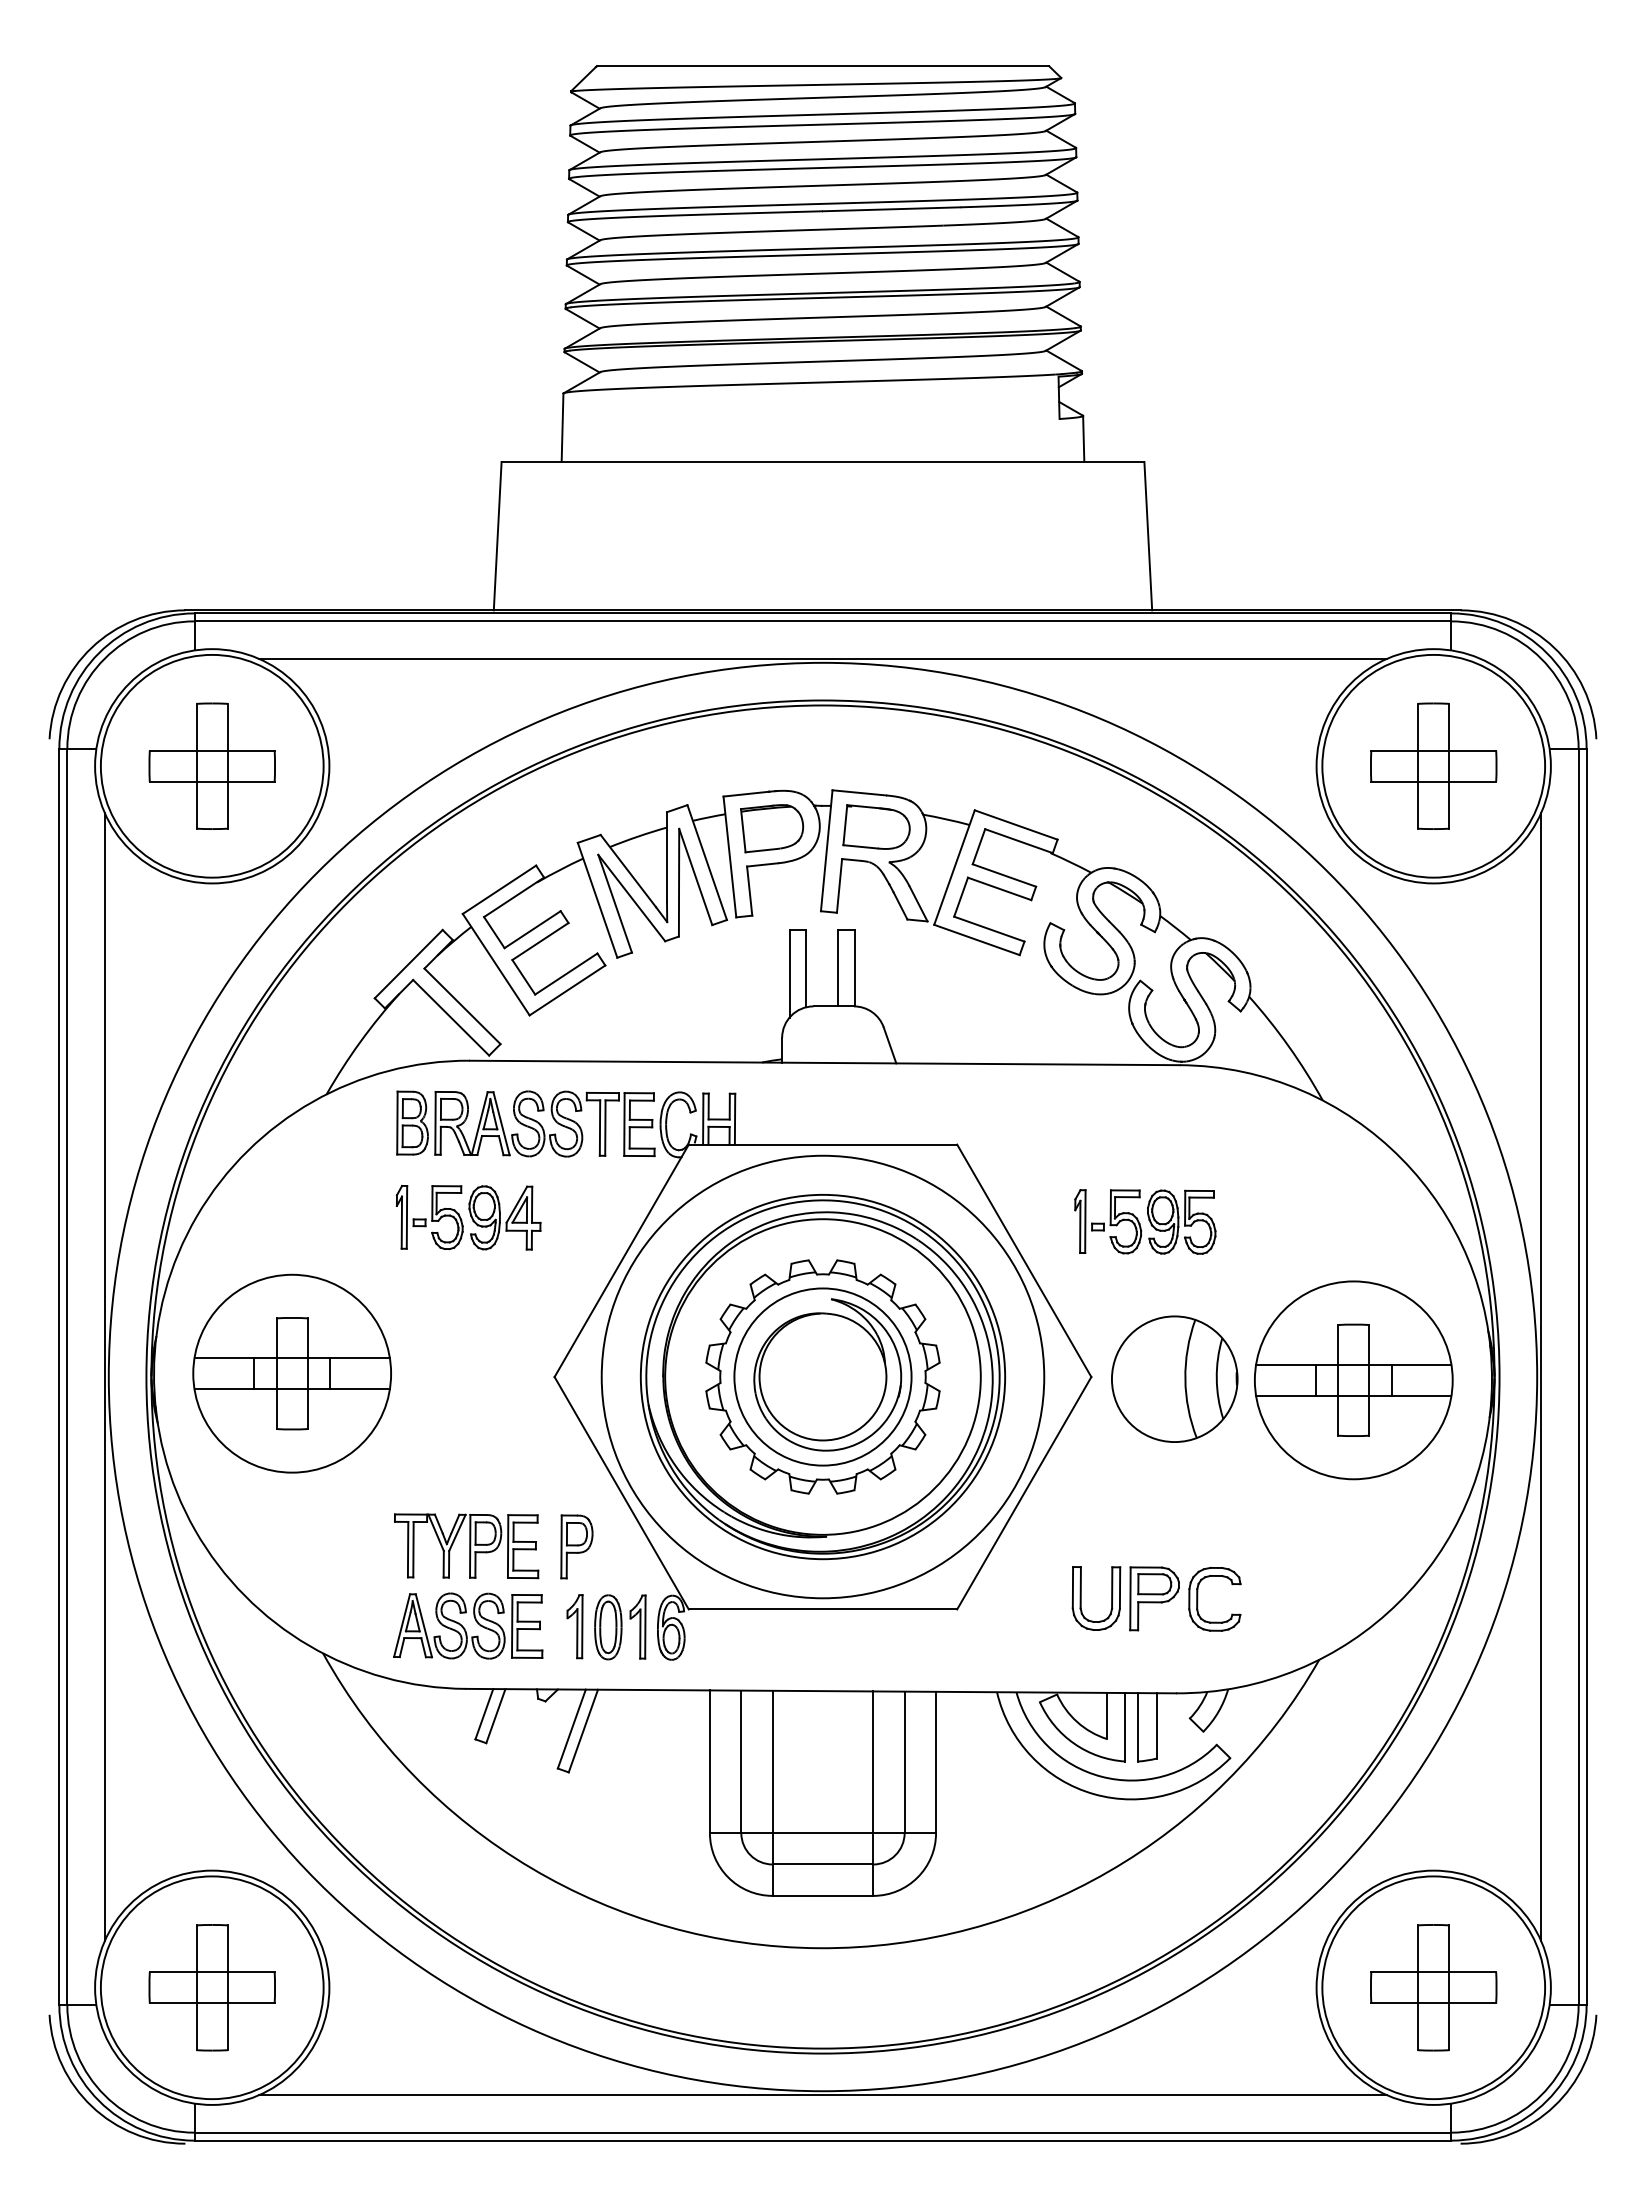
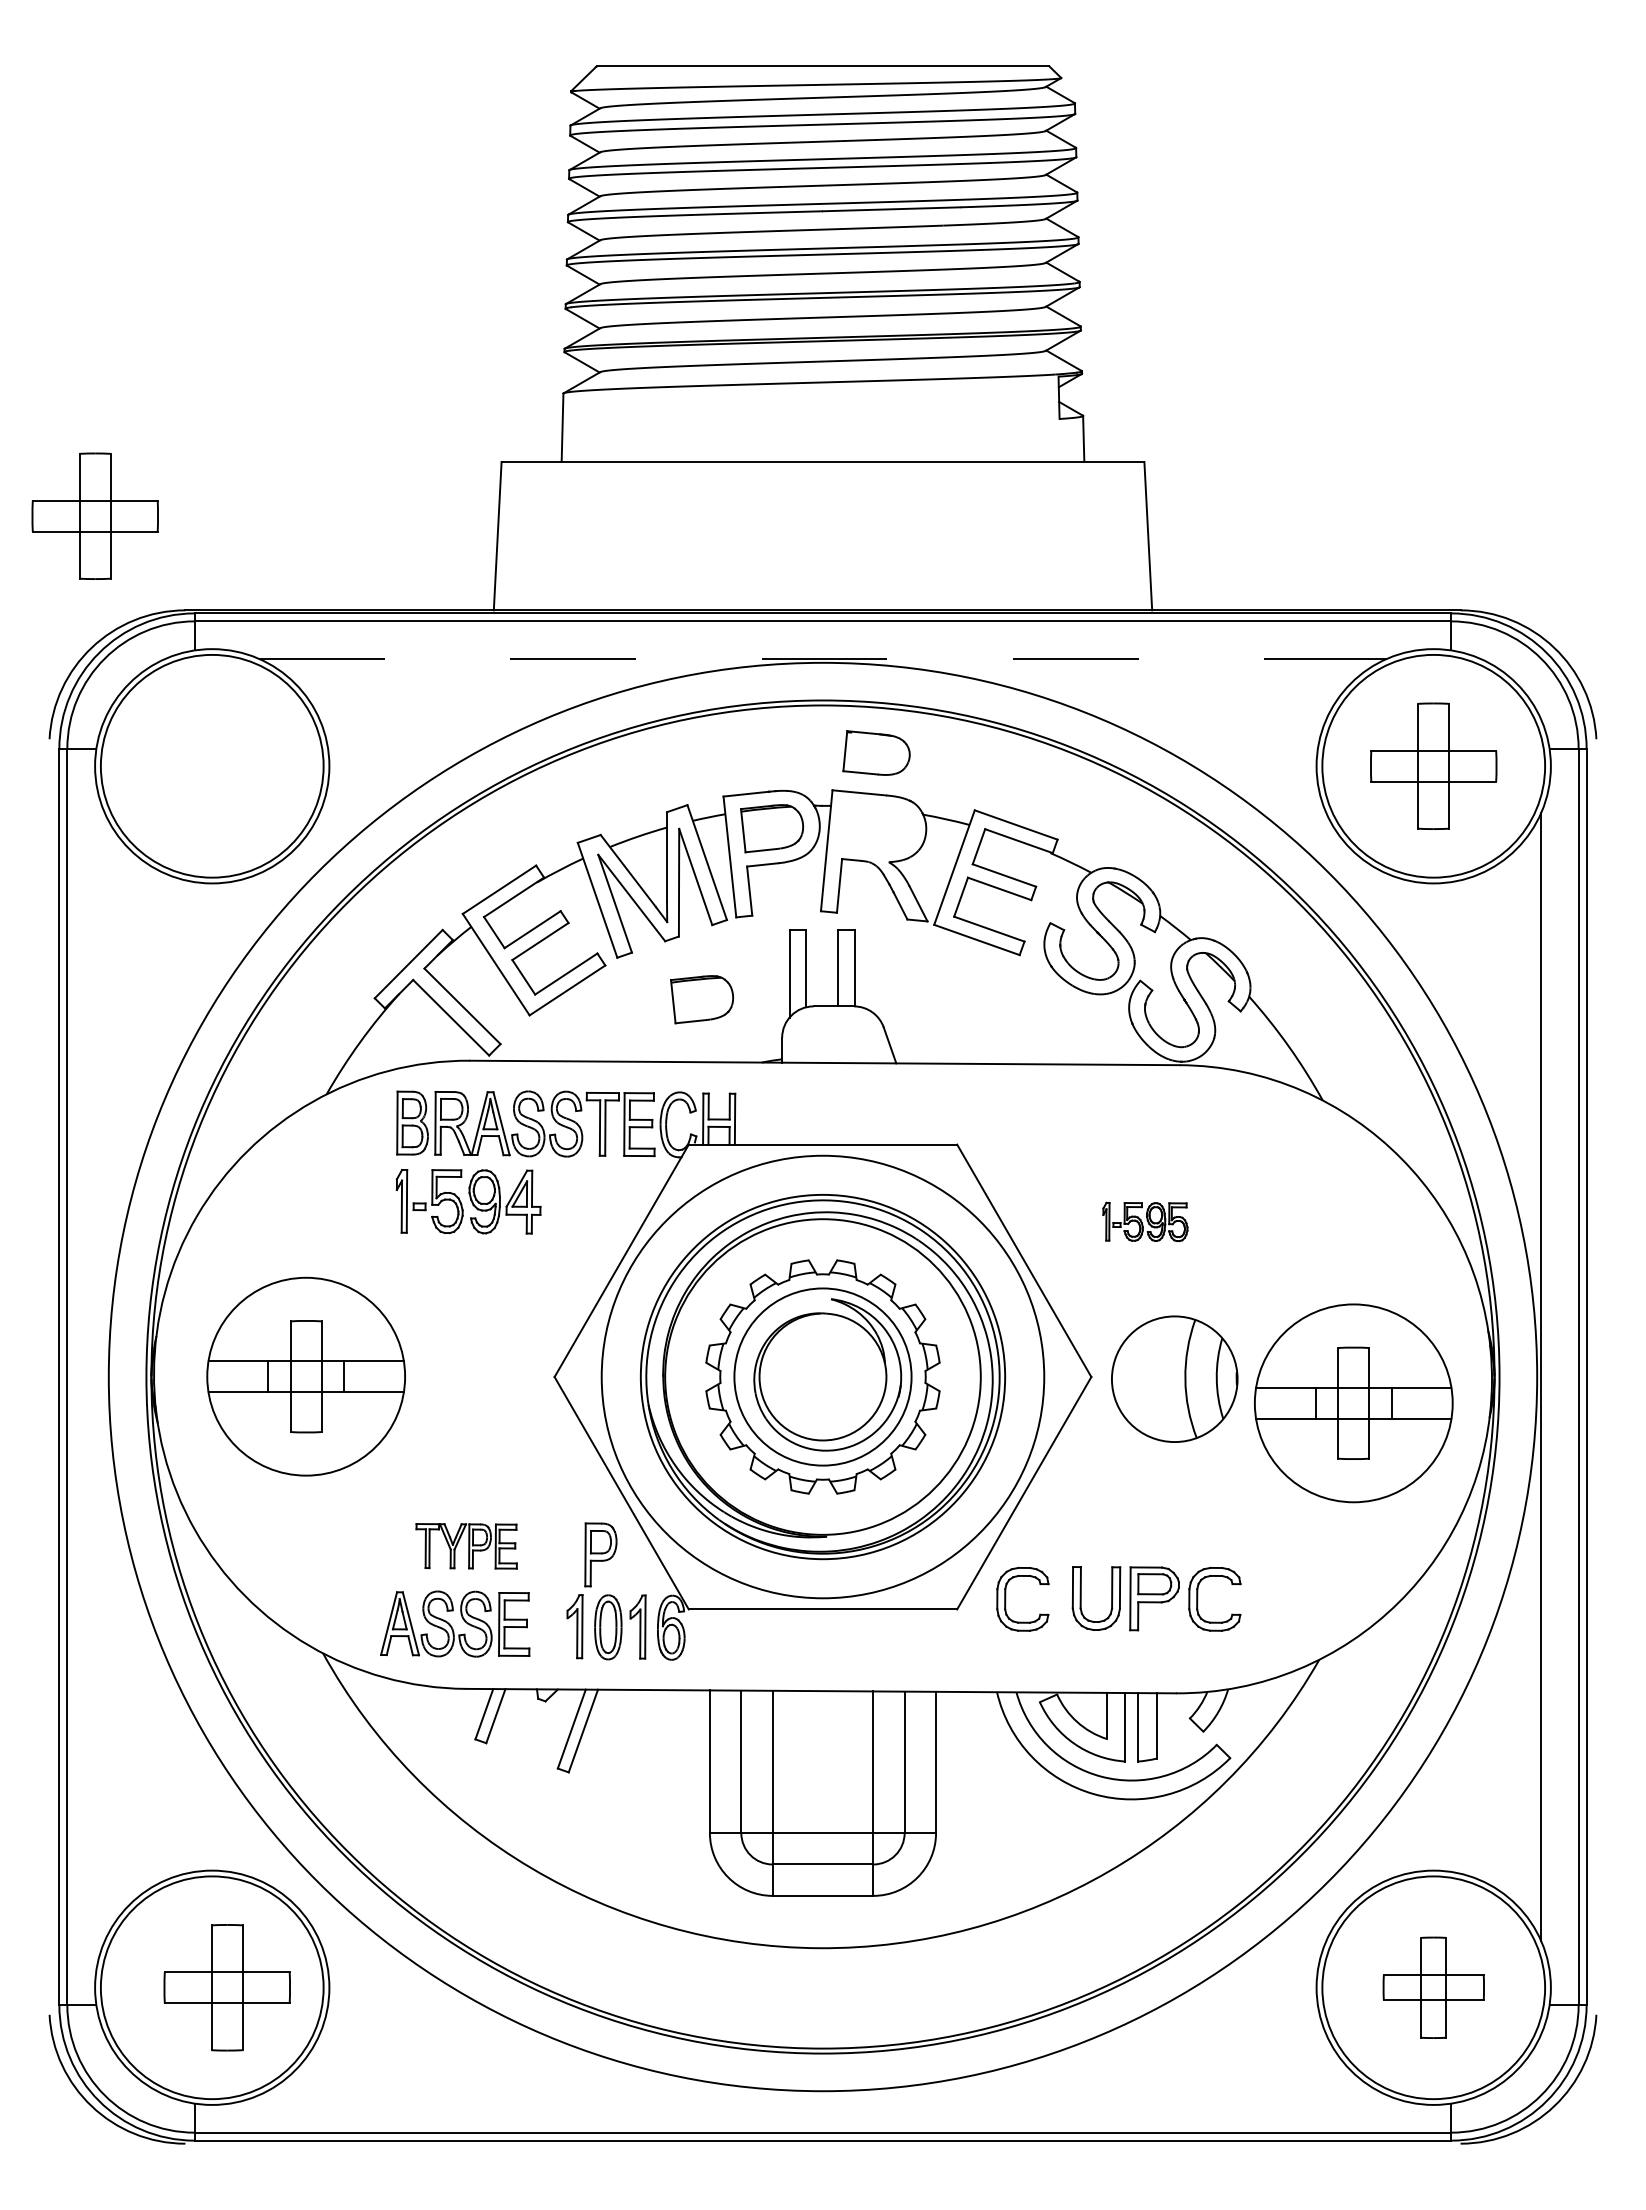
line at (823, 658): solid -> dashed
part at (211, 765) position: (211, 765) -> (94, 515)
part at (876, 826) position: (876, 826) -> (876, 752)
part at (702, 999): none -> present
part at (468, 1217) position: (468, 1217) -> (468, 1201)
part at (1145, 1221) size: 143x66 px -> 87x42 px
part at (291, 1373) position: (291, 1373) -> (305, 1376)
line at (104, 1376): present -> none
part at (1353, 1380) position: (1353, 1380) -> (1353, 1403)
part at (466, 1546) size: 146x67 px -> 103x47 px
part at (576, 1546) position: (576, 1546) -> (600, 1554)
part at (1006, 1599): none -> present
part at (468, 1625) position: (468, 1625) -> (455, 1623)
part at (211, 1987) position: (211, 1987) -> (226, 1987)
part at (1433, 1987) size: 128x128 px -> 103x103 px
line at (822, 2095): present -> none
